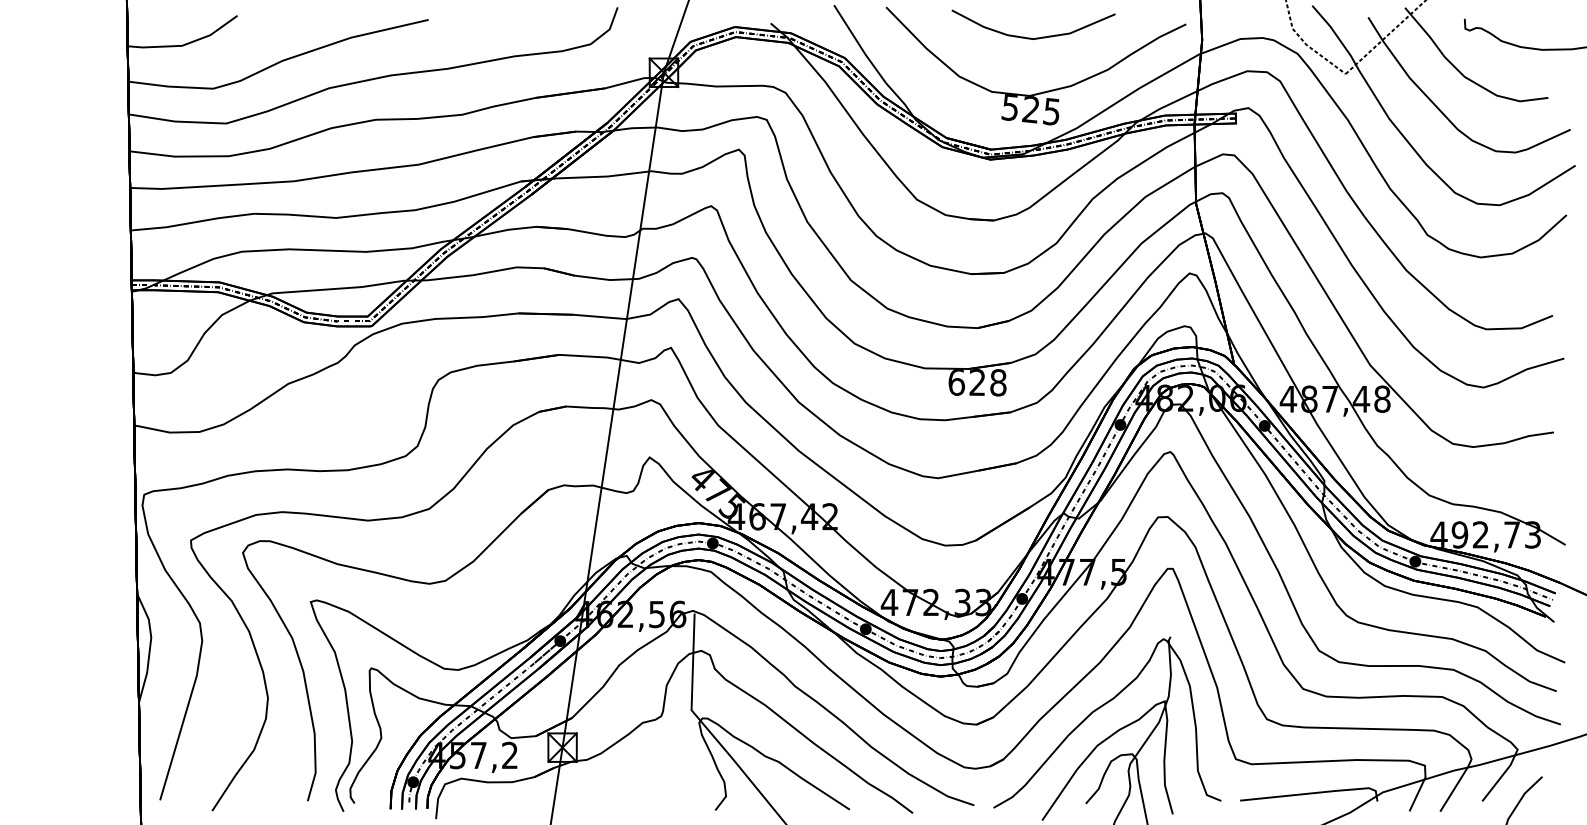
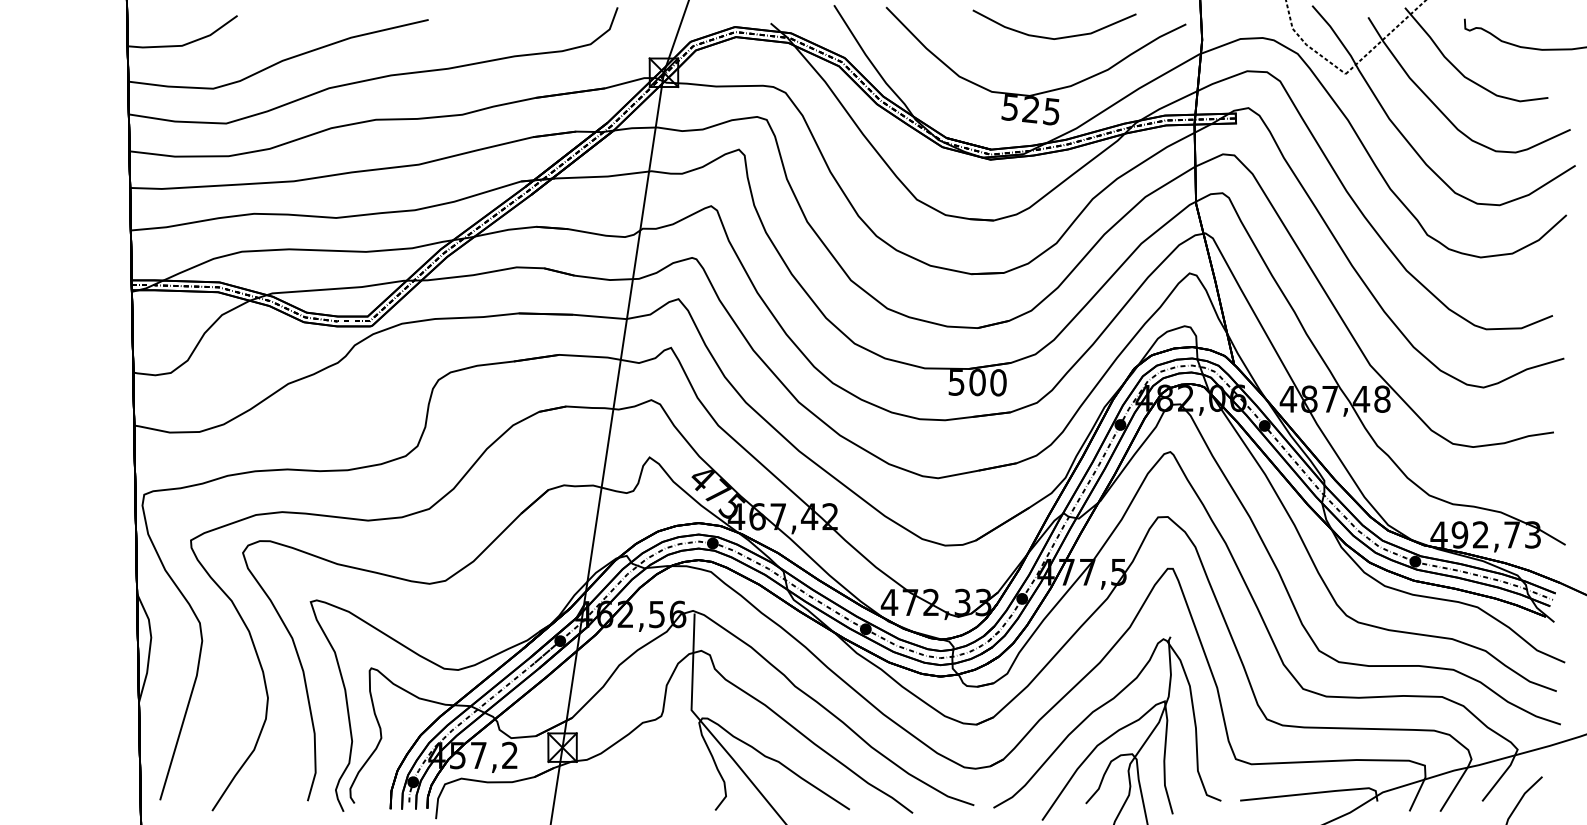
curve at (1035, 37) position: (1035, 37) -> (1056, 37)
text at (977, 382): 628 -> 500
